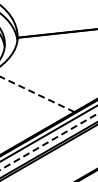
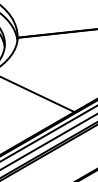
line at (36, 94): dashed -> solid
line at (48, 141): dashed -> solid
